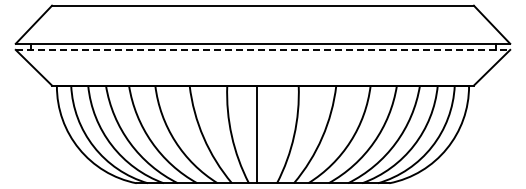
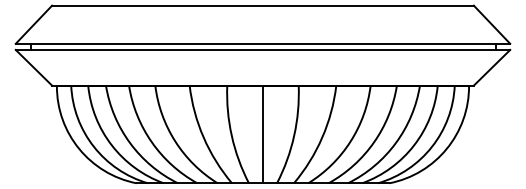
line at (263, 49): dashed -> solid
line at (256, 134) position: (256, 134) -> (262, 134)
